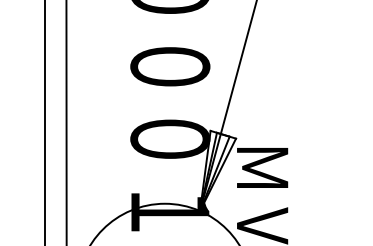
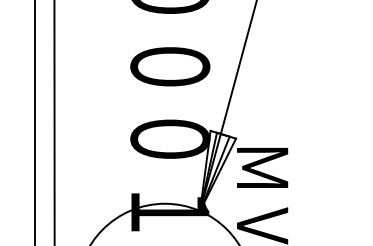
line at (44, 122) position: (44, 122) -> (34, 122)
line at (66, 122) position: (66, 122) -> (54, 122)
